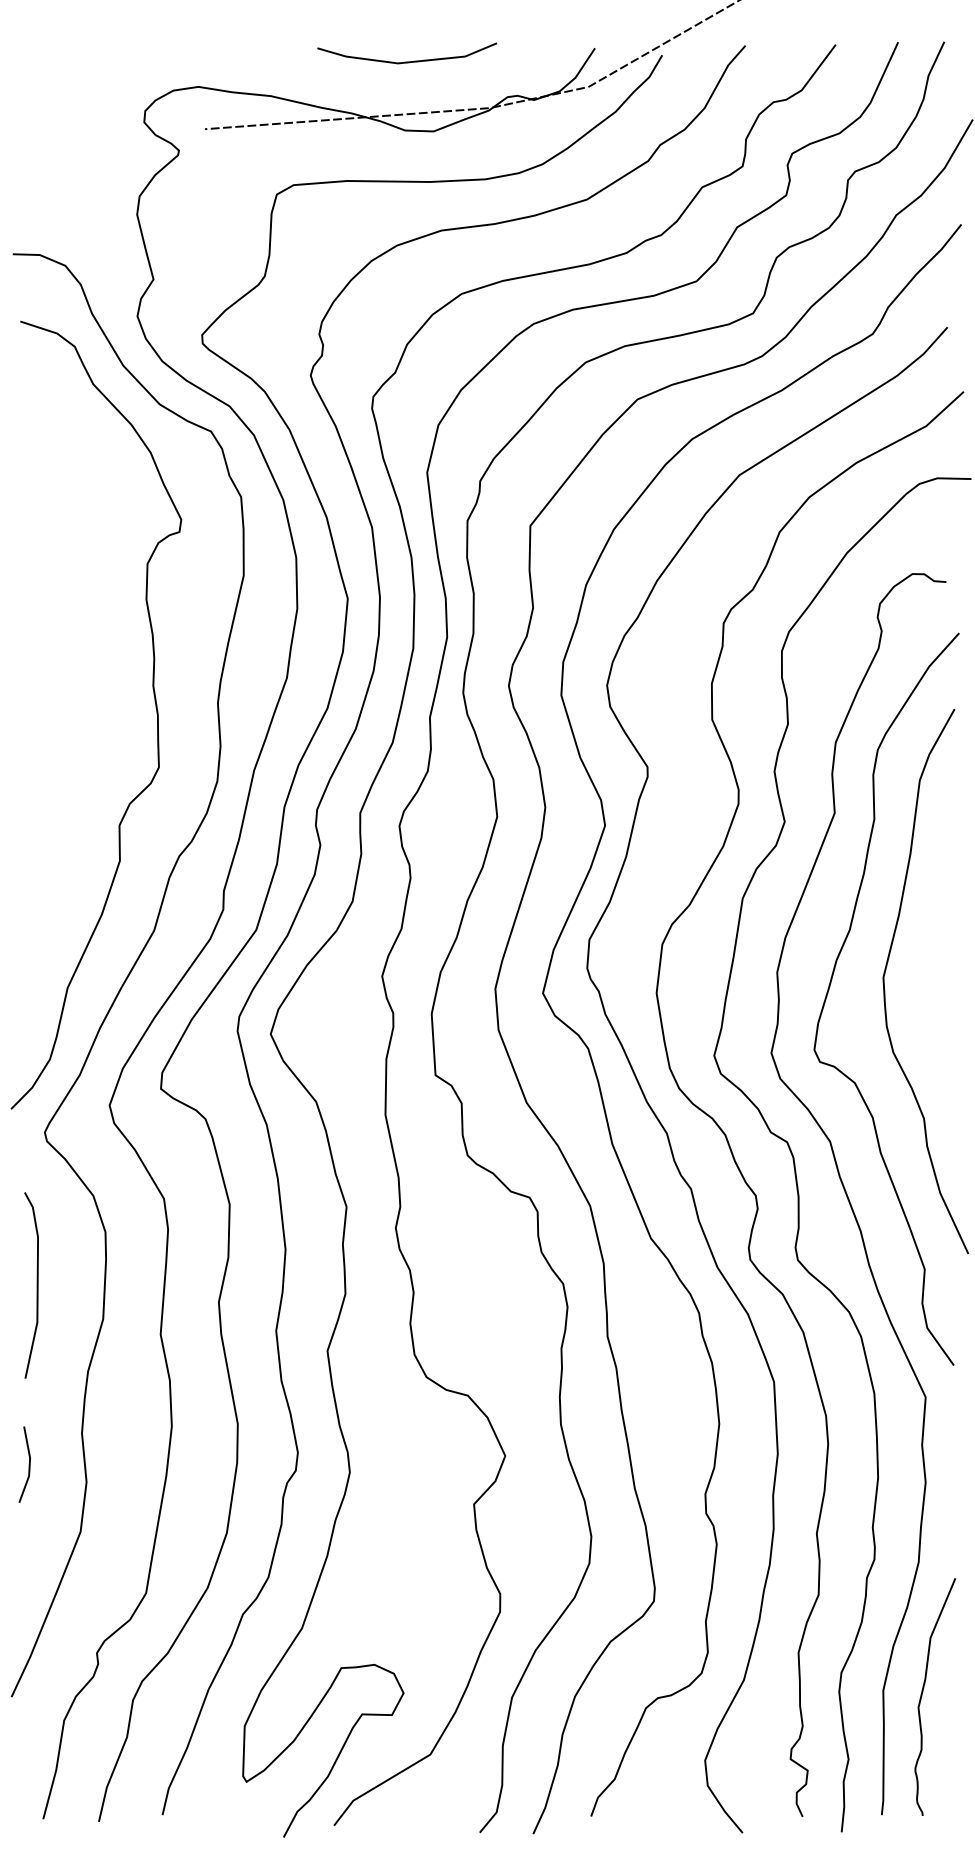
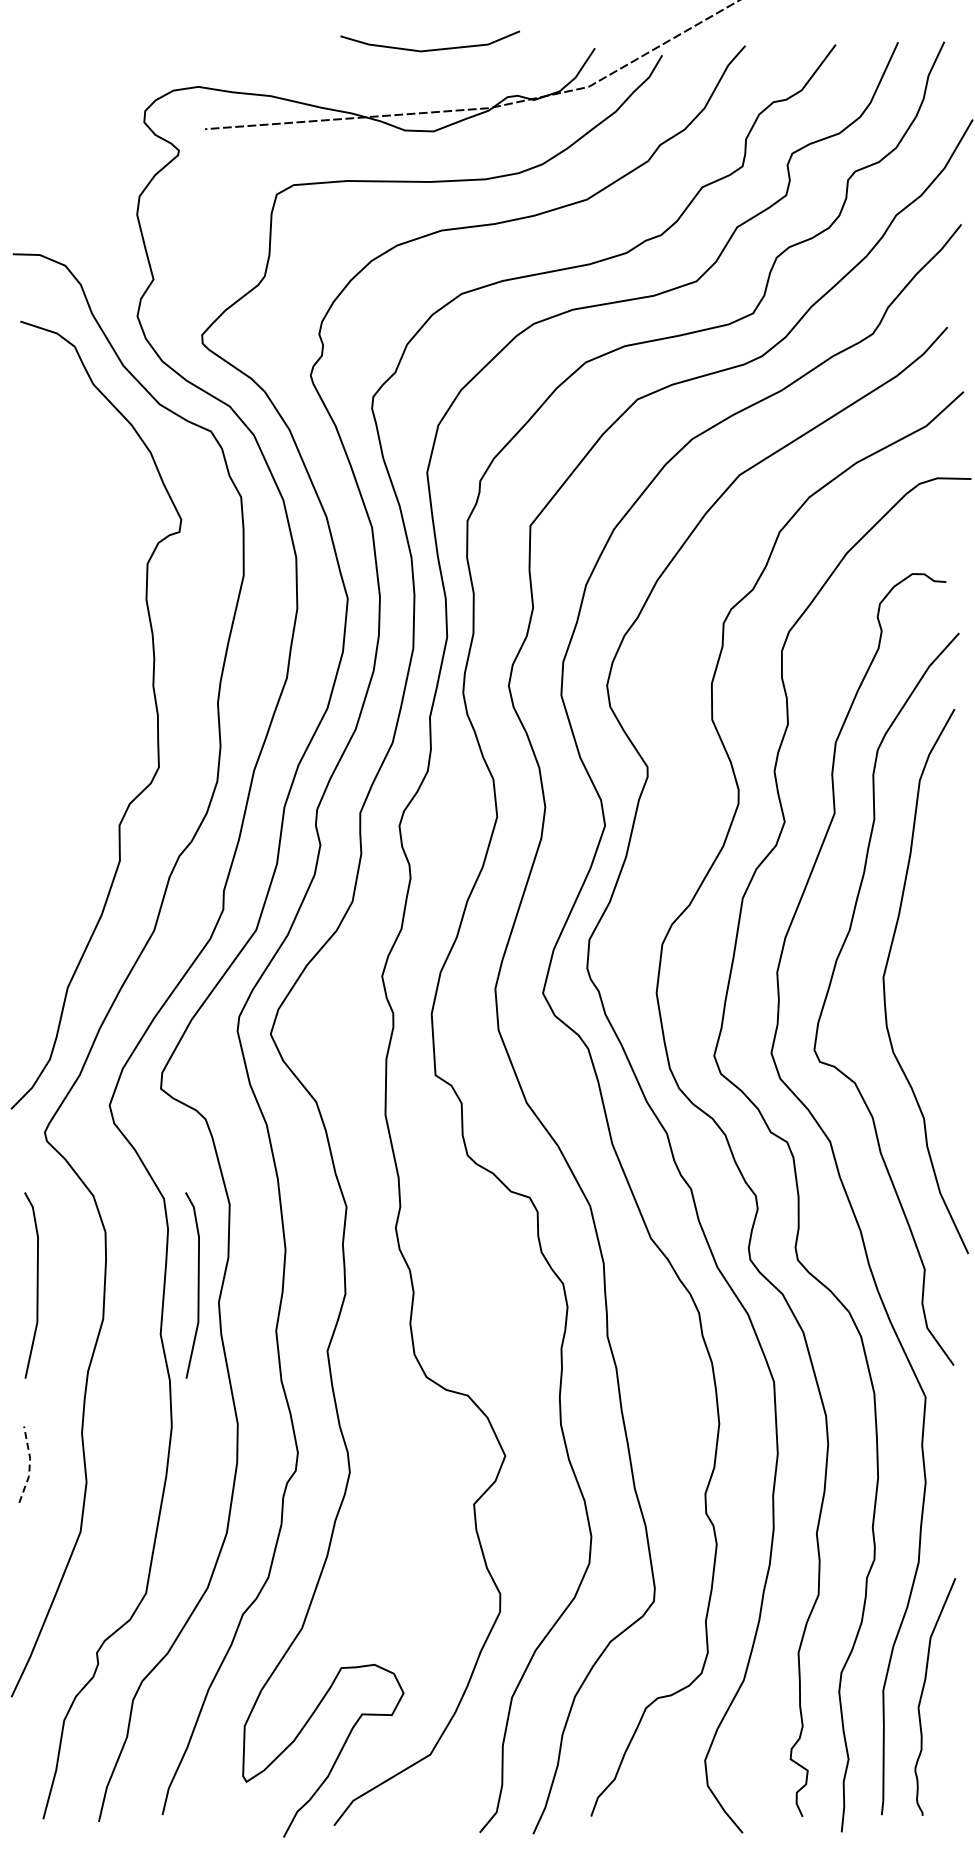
line at (406, 61) position: (406, 61) -> (429, 49)
line at (197, 1285): none -> present
line at (29, 1465): solid -> dashed
